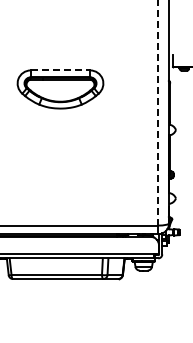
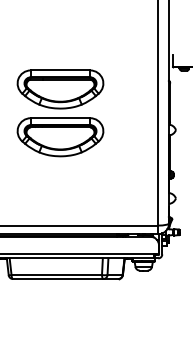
line at (60, 70): dashed -> solid
line at (158, 112): dashed -> solid
part at (60, 137): none -> present
